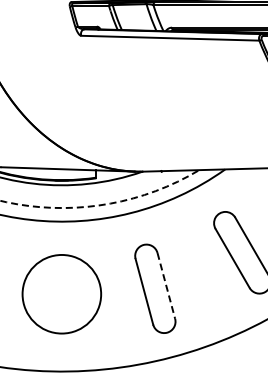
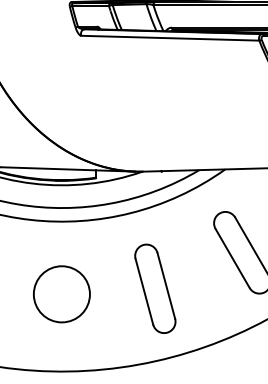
arc at (102, 204): dashed -> solid
line at (166, 286): dashed -> solid
circle at (61, 294) size: 82x81 px -> 58x59 px
